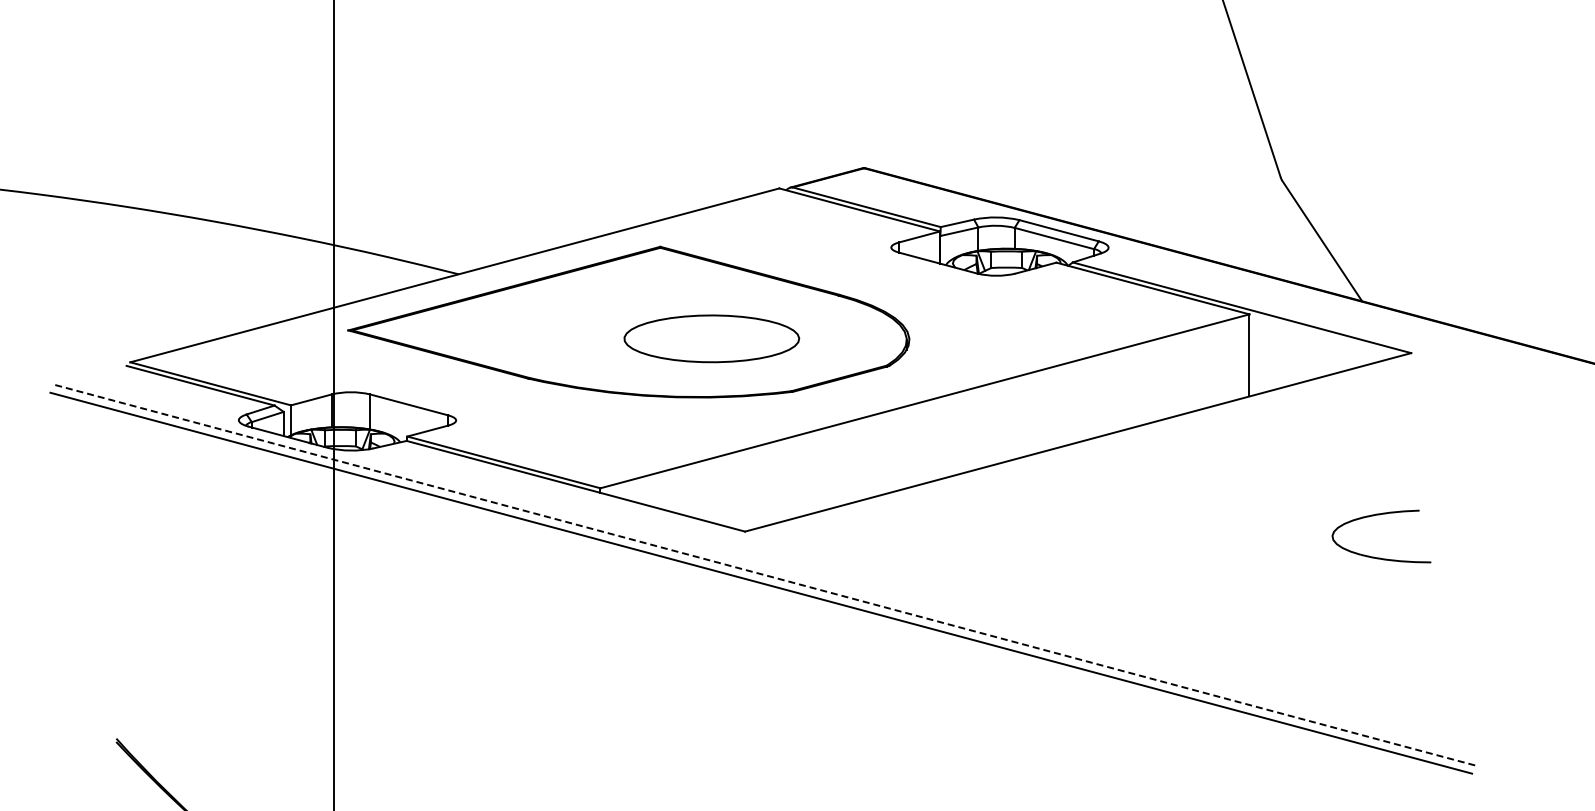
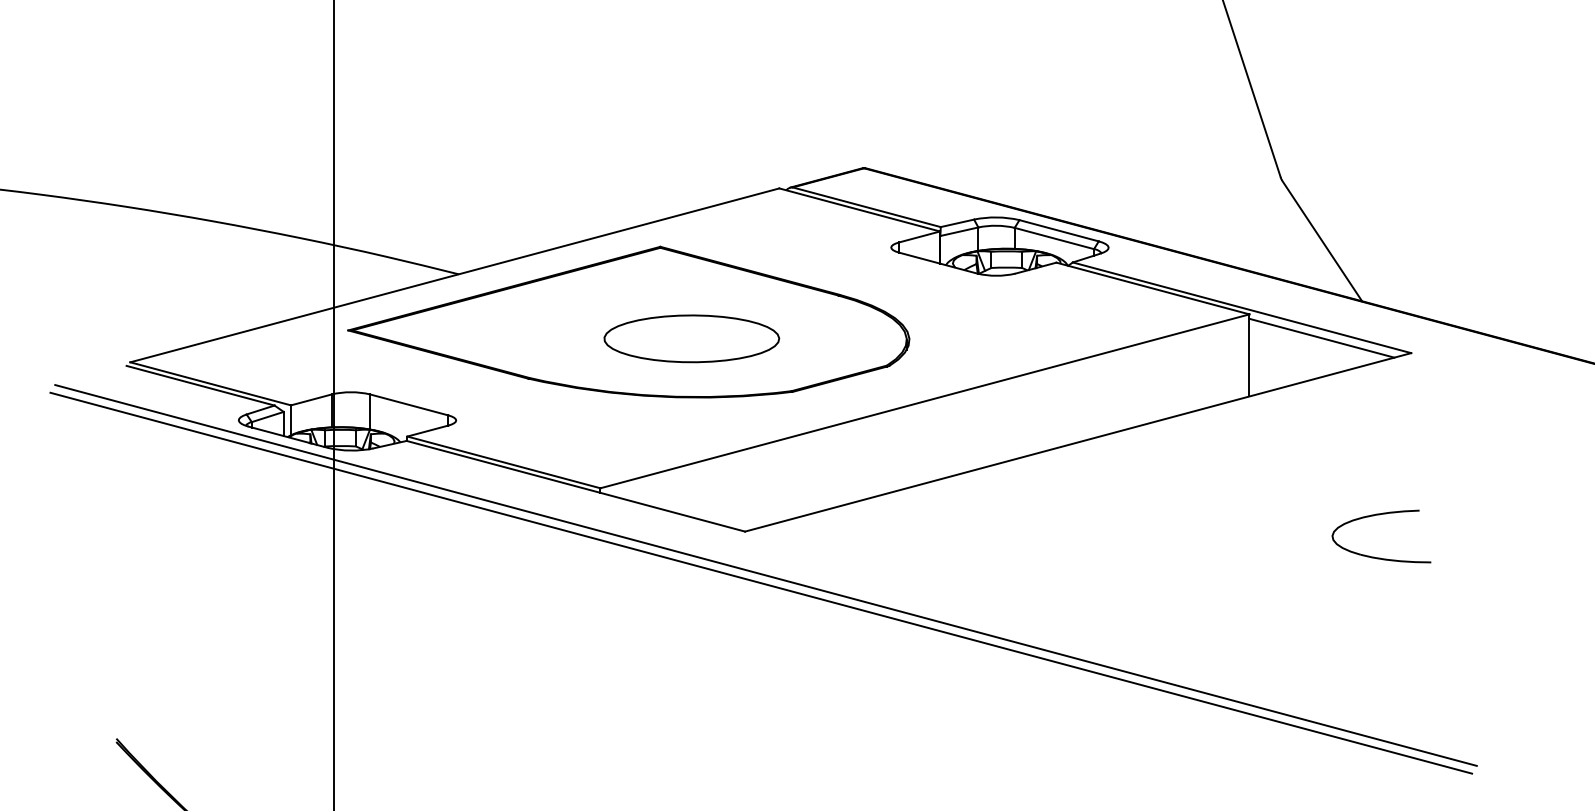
line at (1321, 337): none -> present
part at (711, 338) position: (711, 338) -> (691, 338)
line at (766, 575): dashed -> solid
